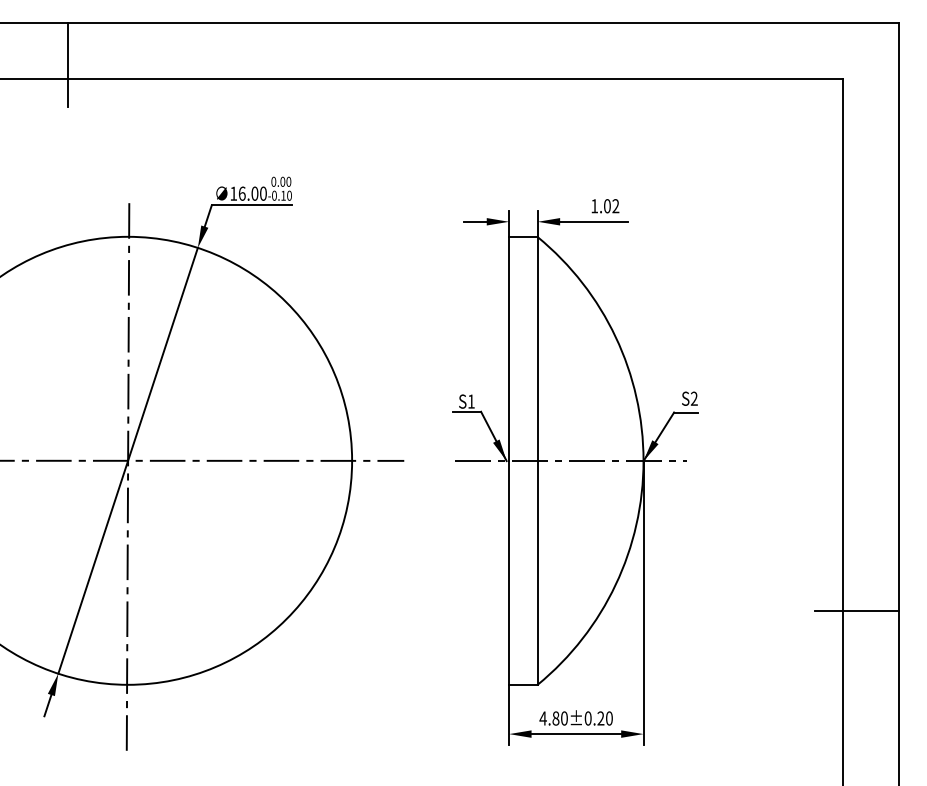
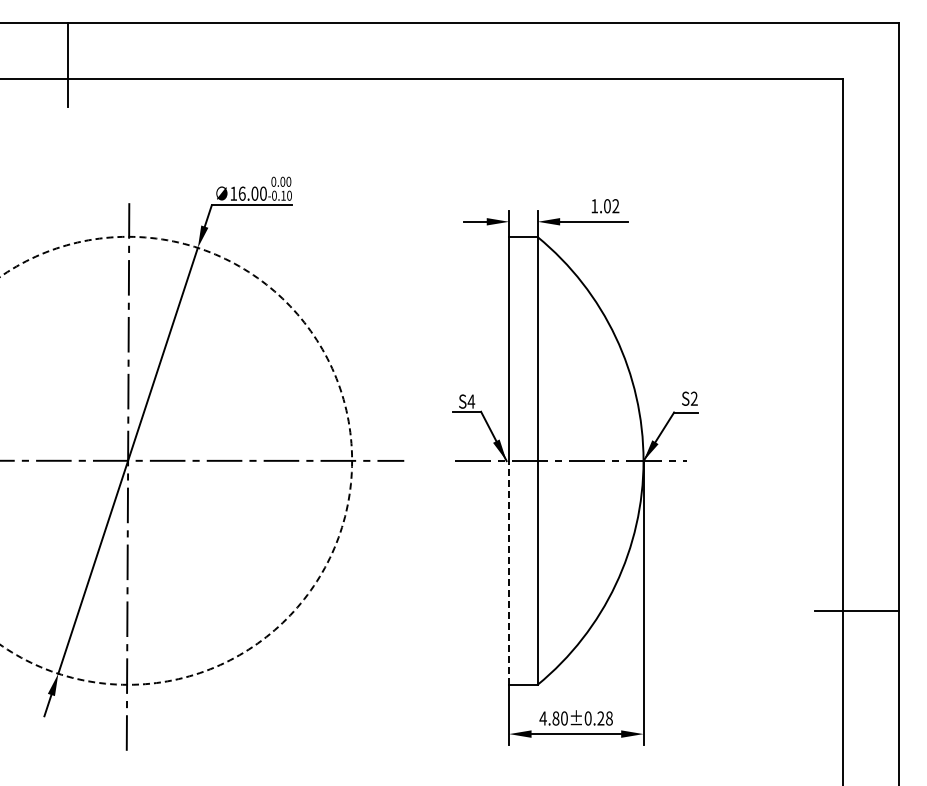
text at (471, 401): S1 -> S4
circle at (176, 460): solid -> dashed
line at (509, 573): solid -> dashed
text at (609, 718): 4.80±0.20 -> 4.80±0.28
